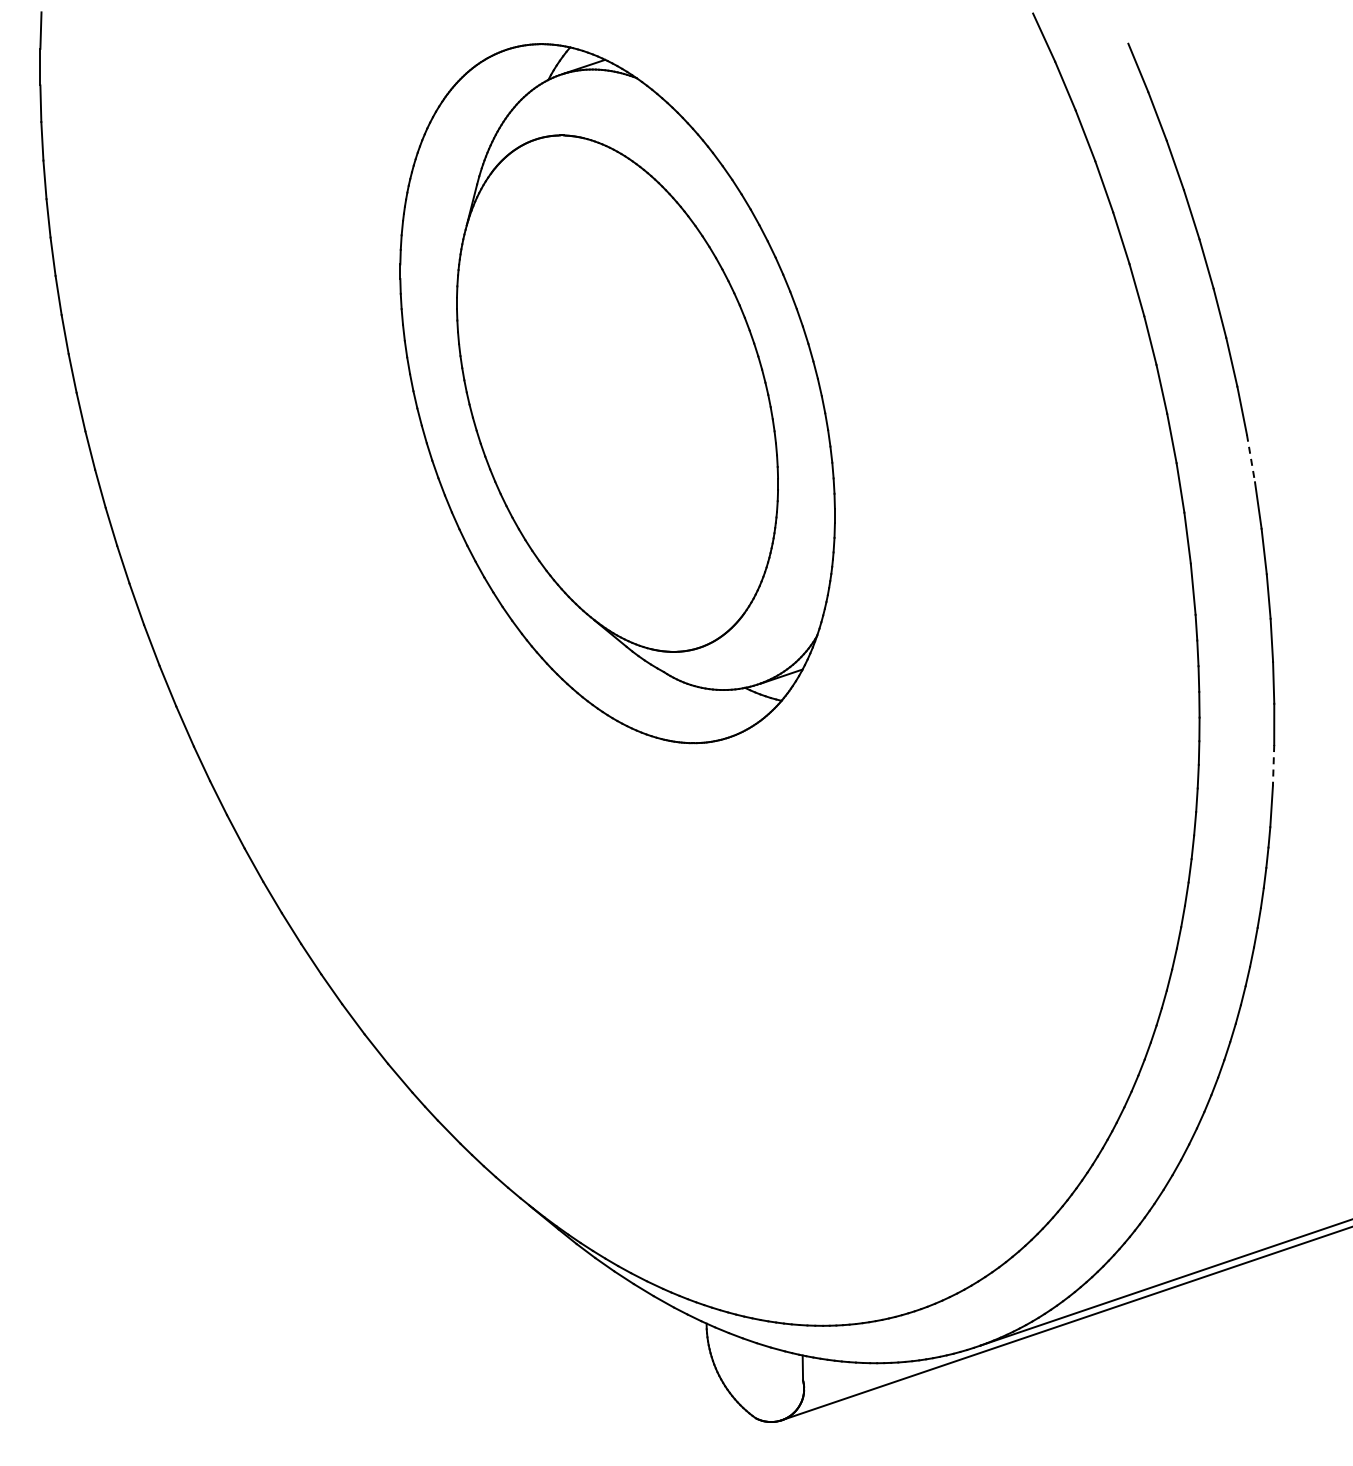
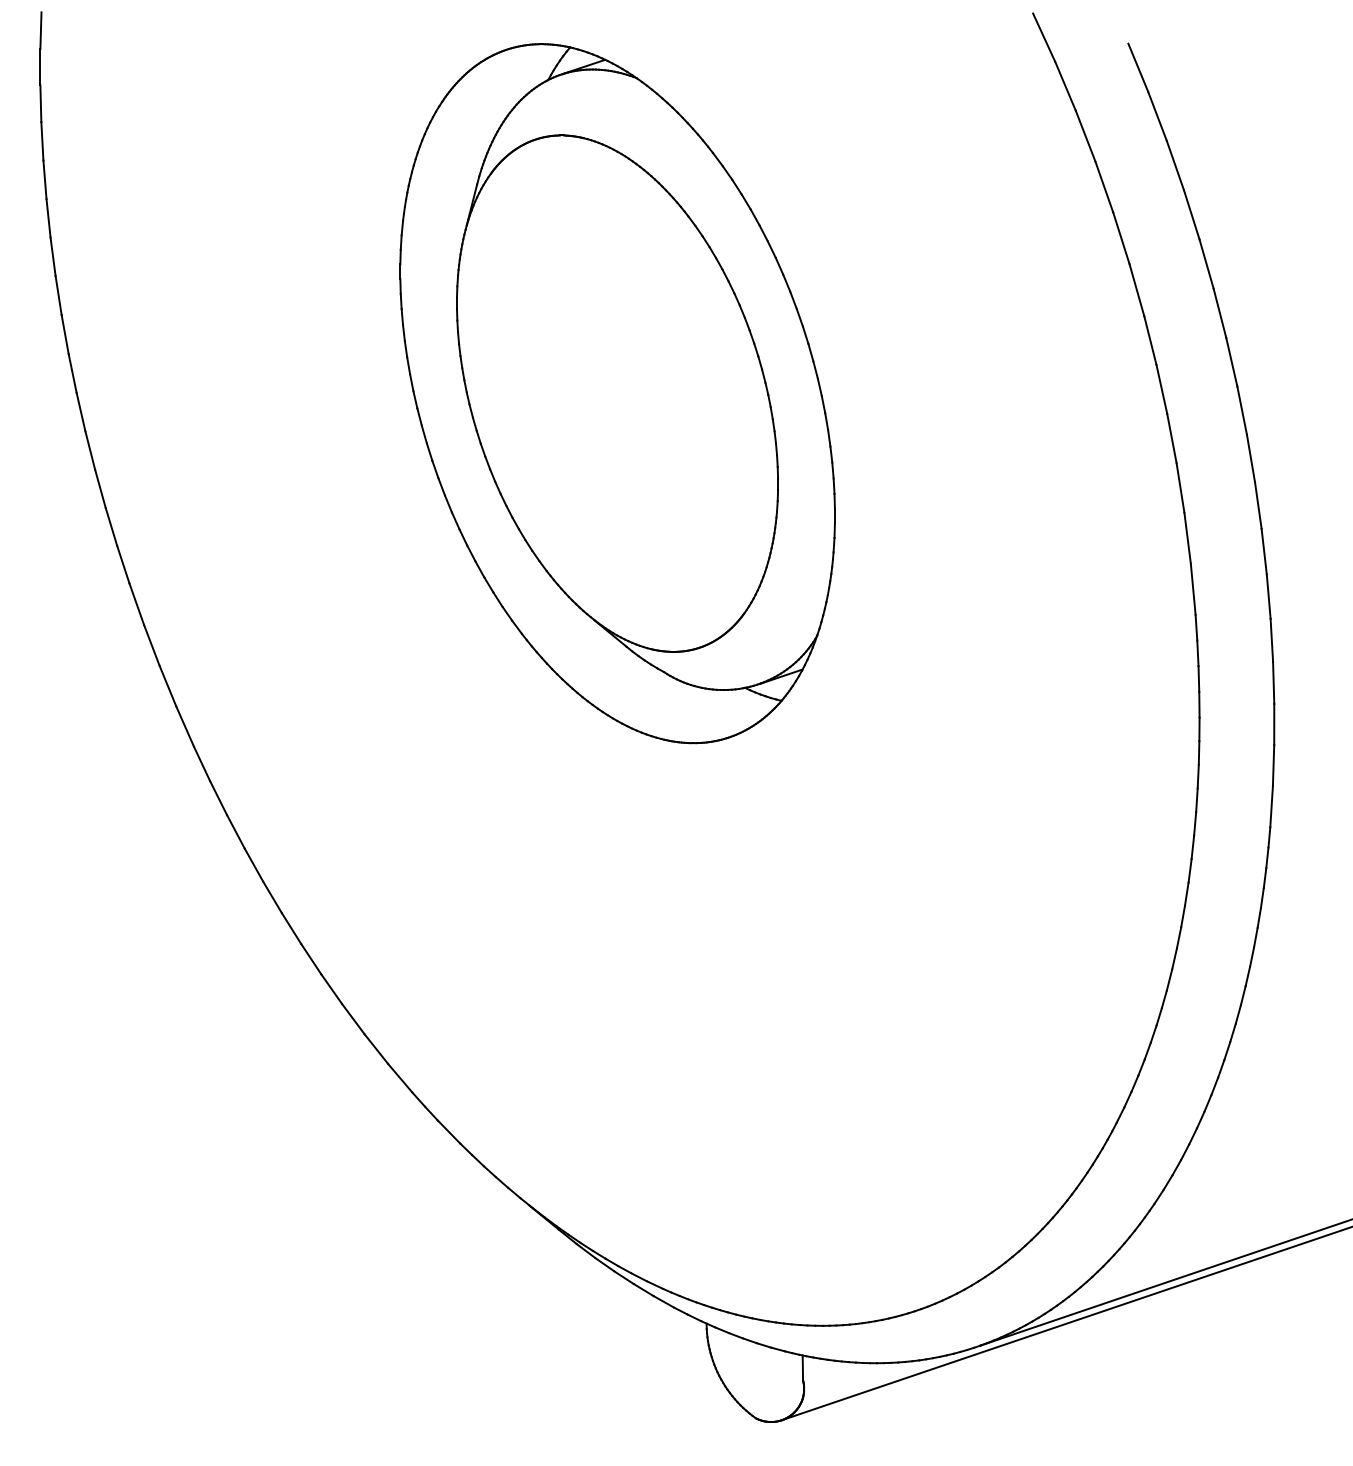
line at (1251, 459): dashed -> solid
line at (1273, 765): dashed -> solid
